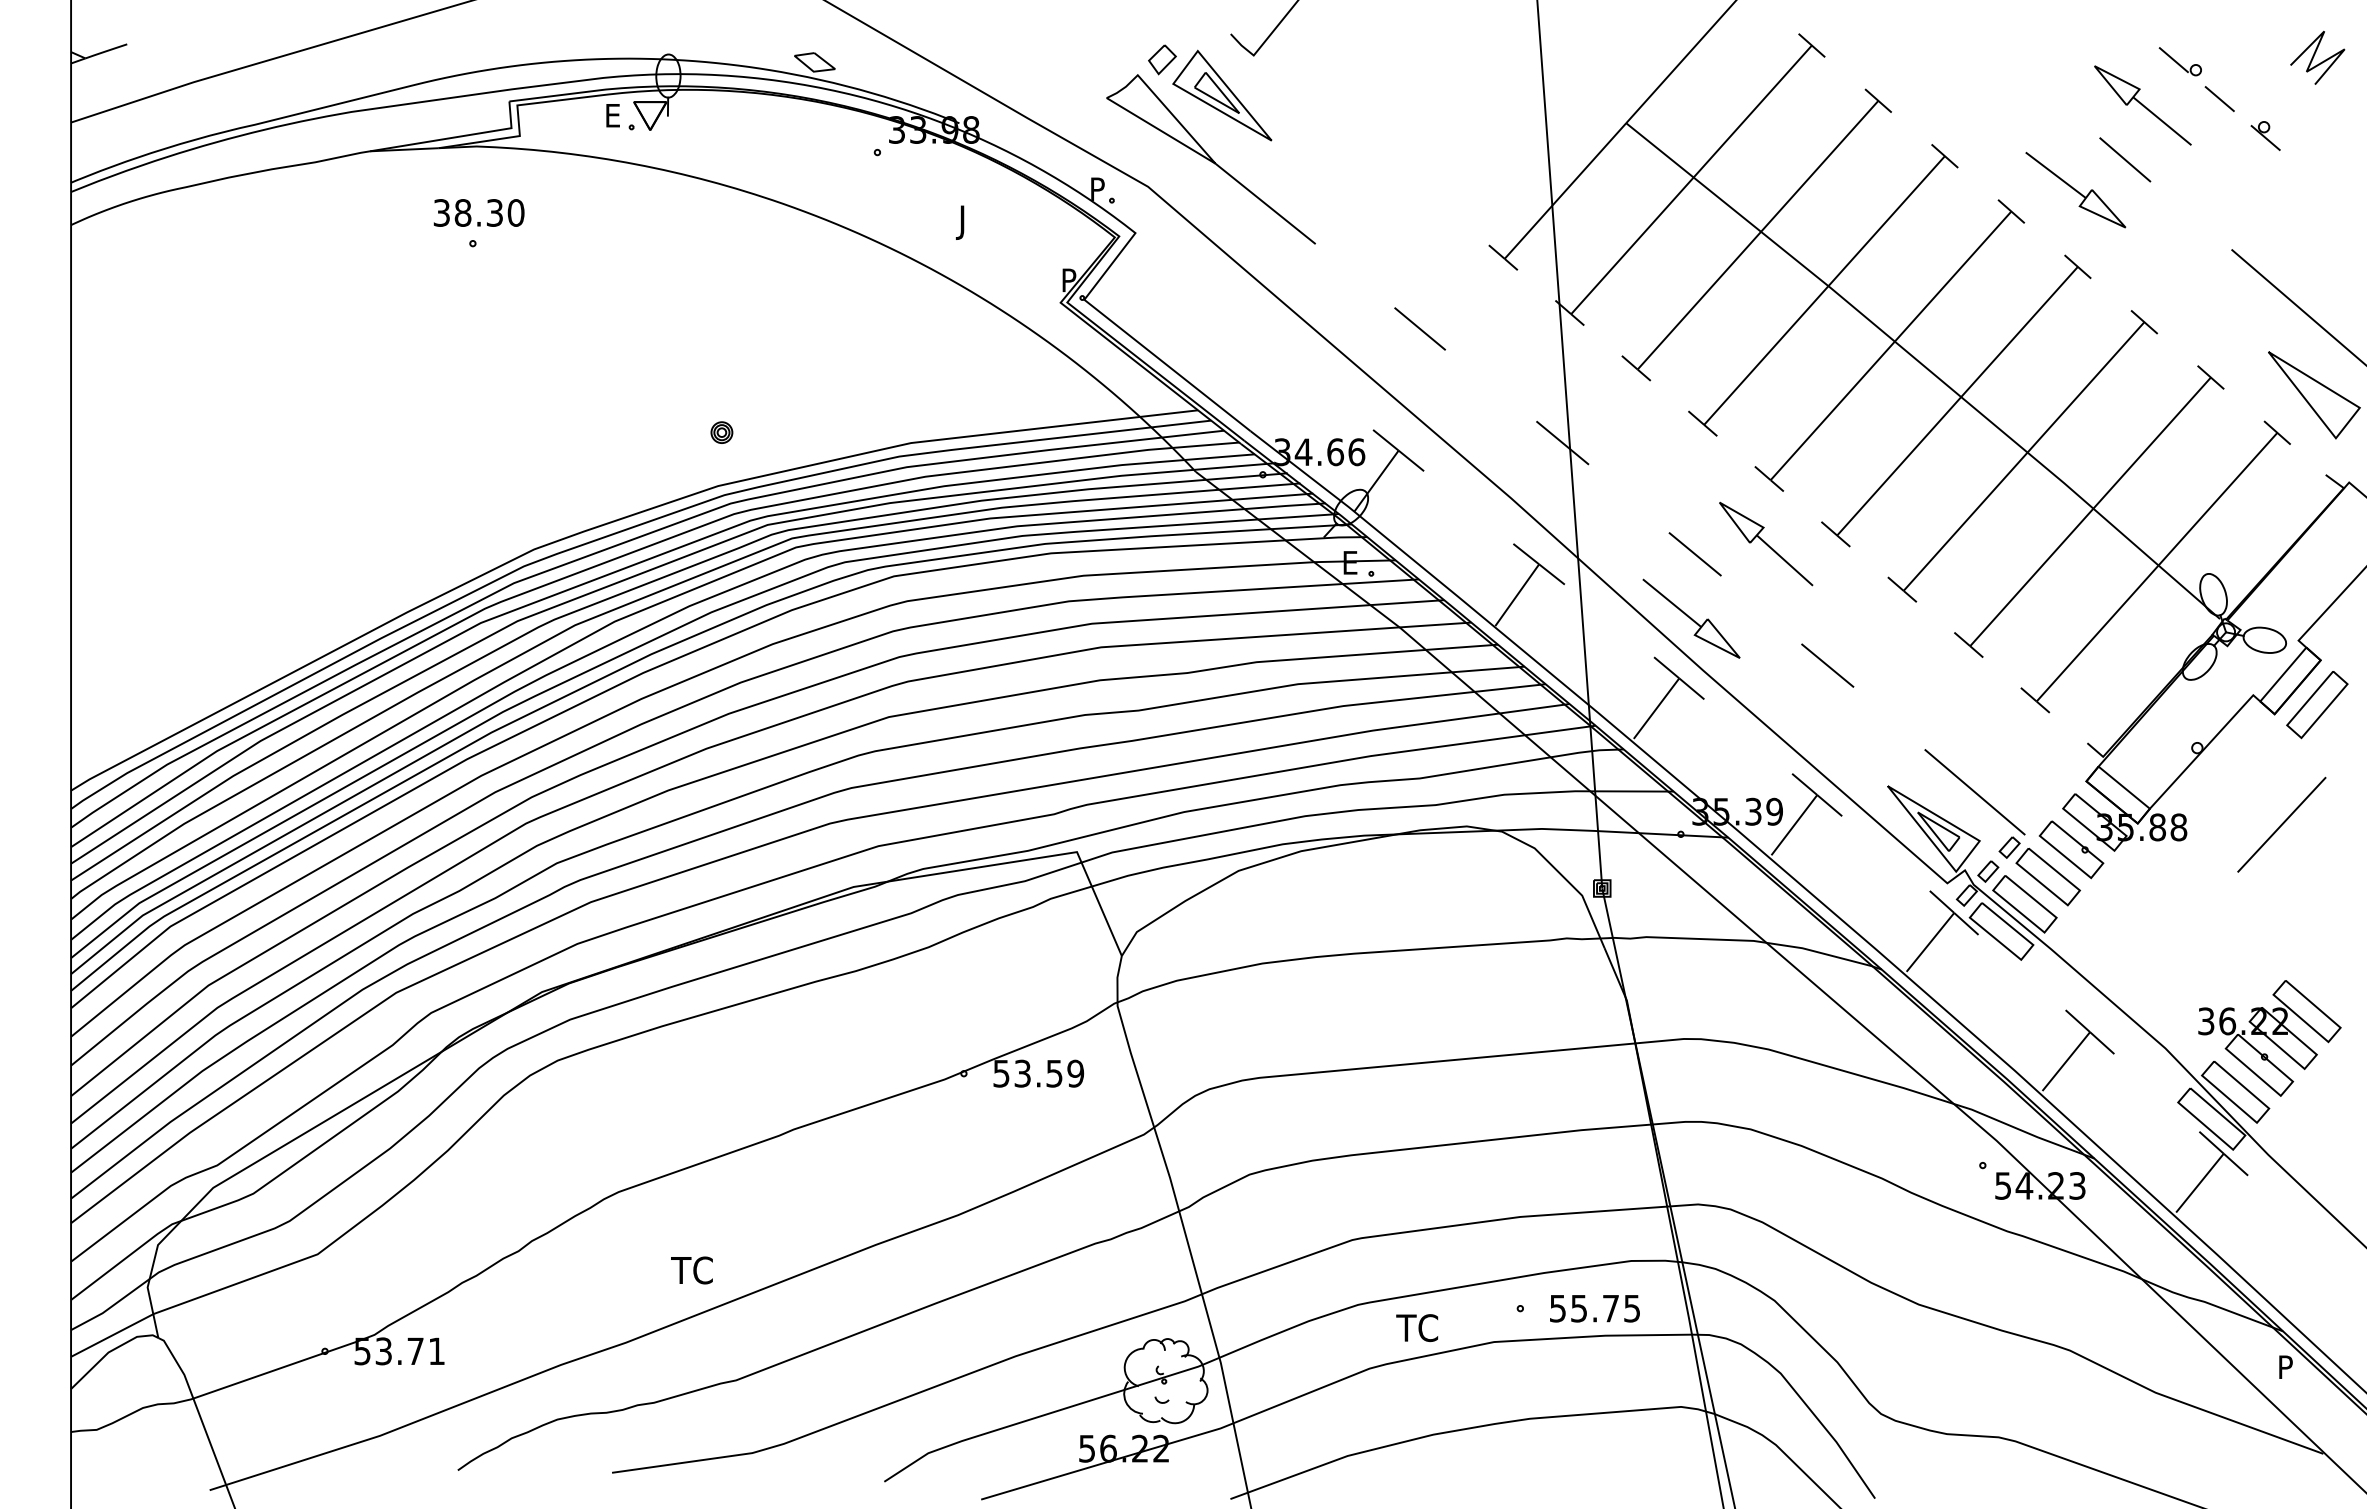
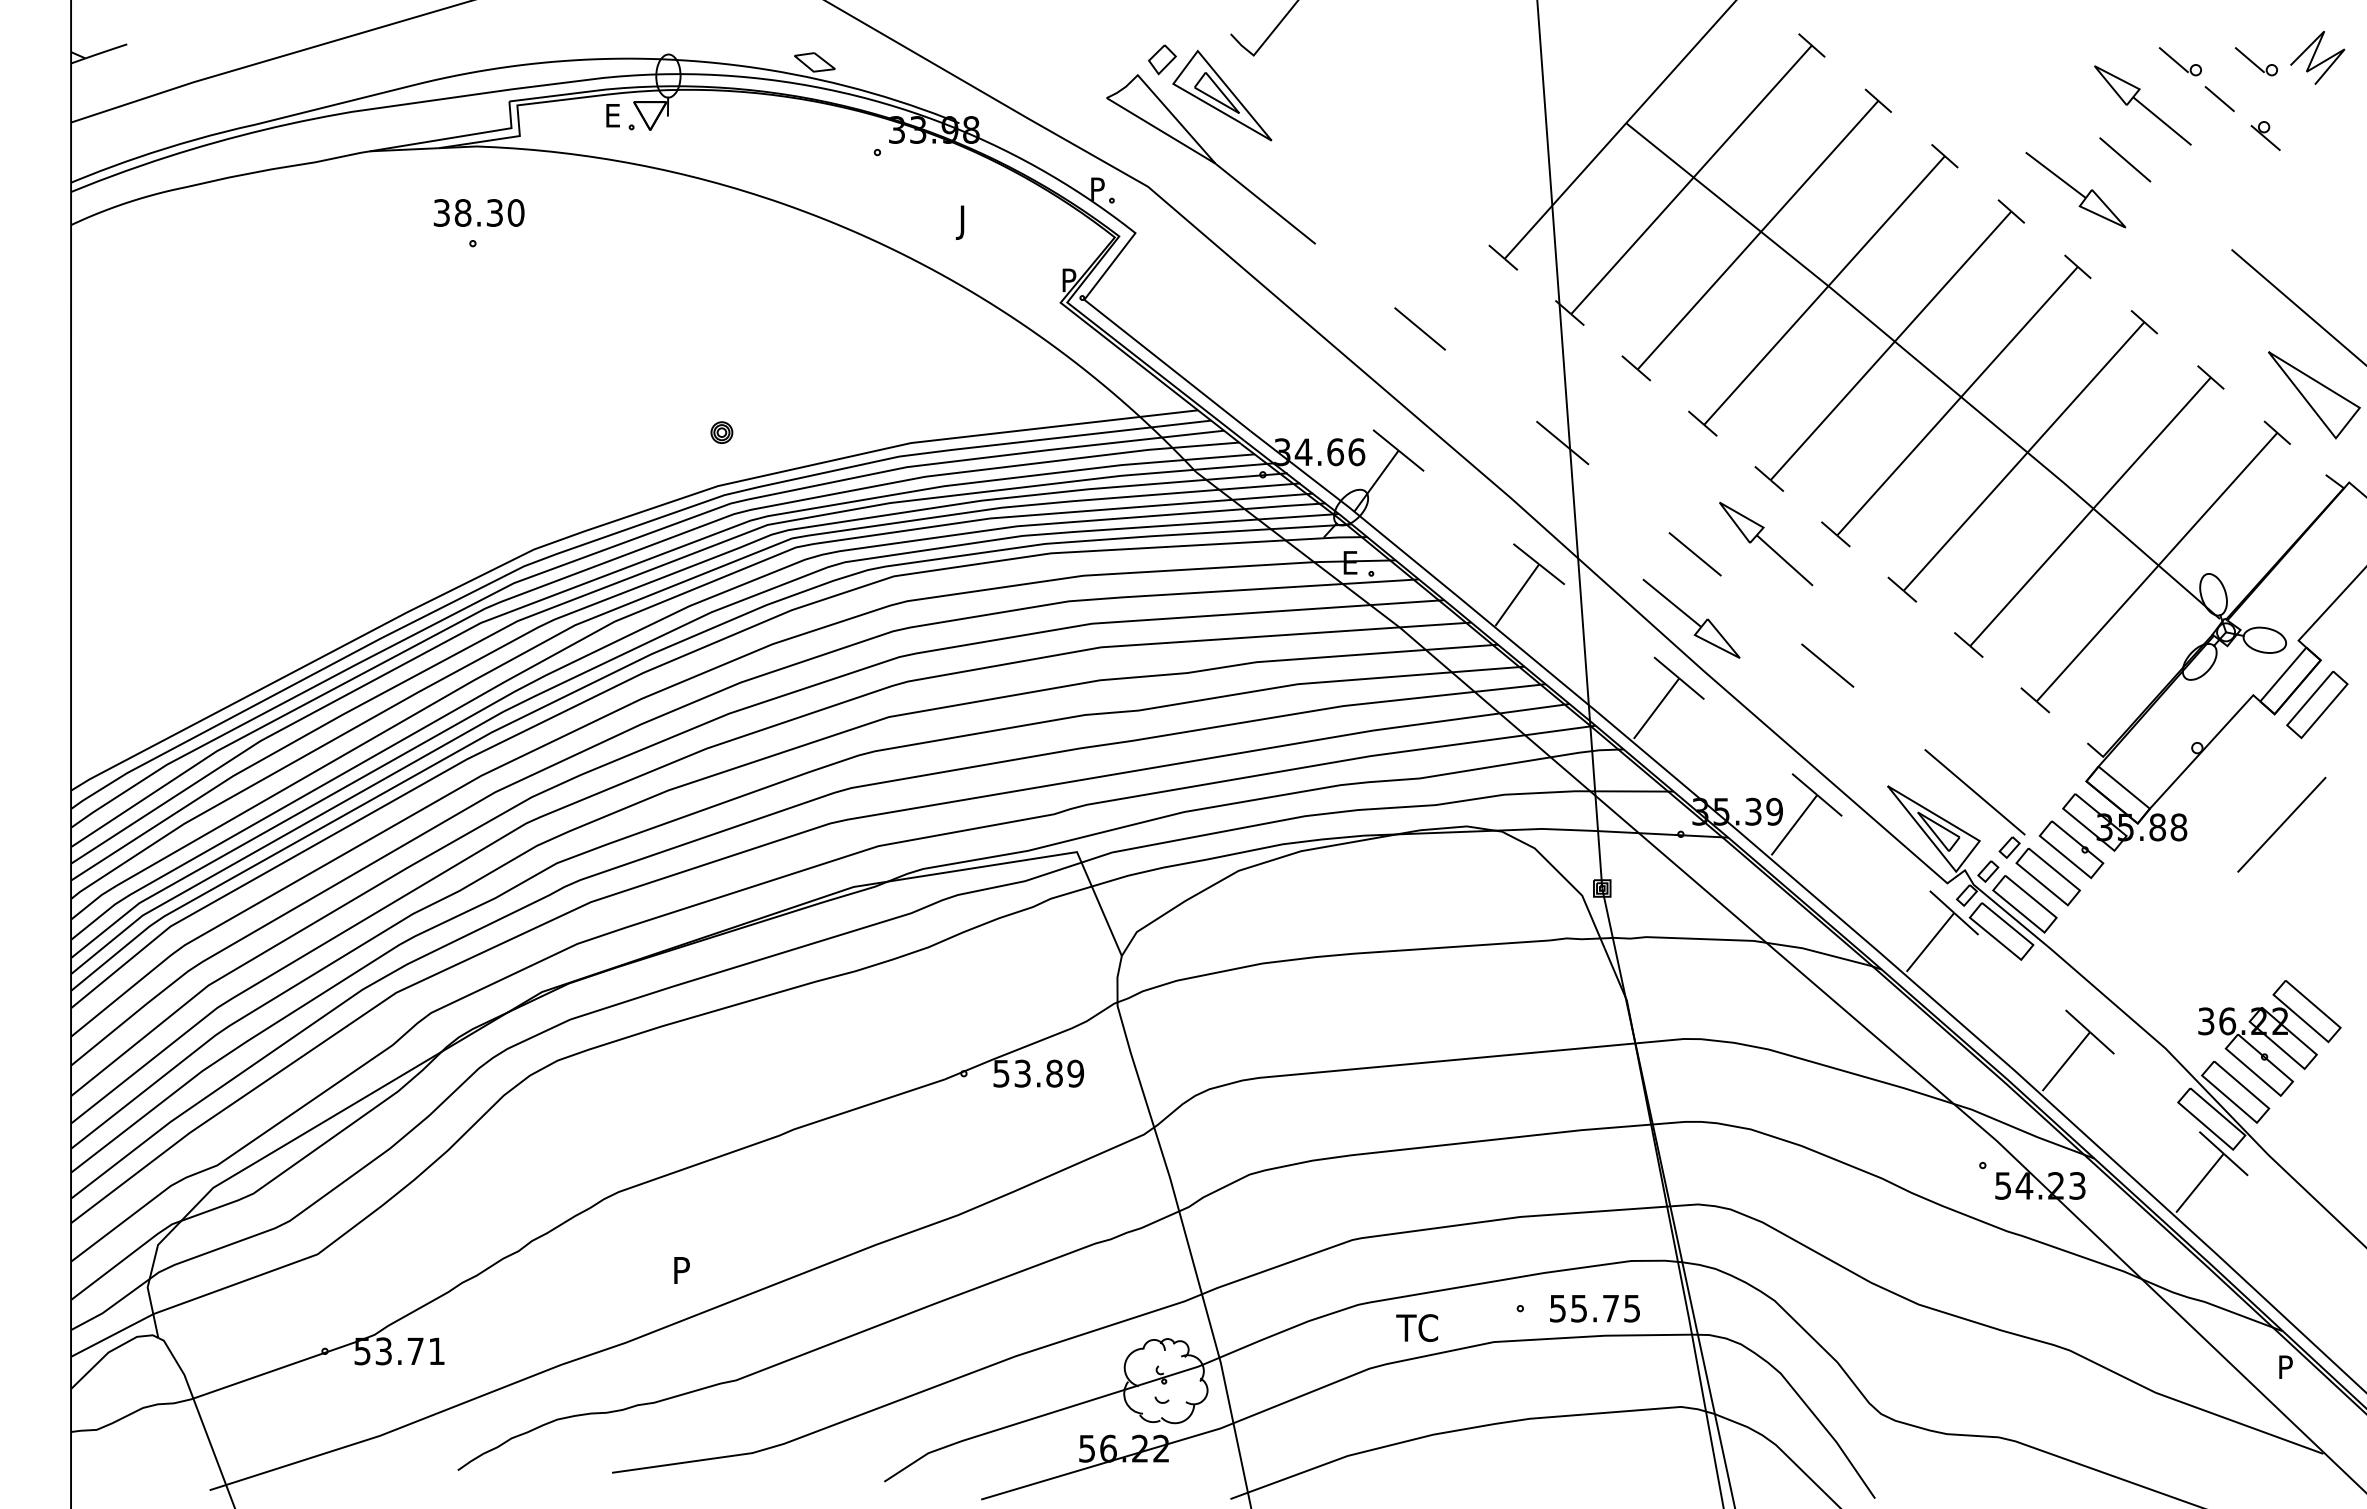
part at (2255, 61): none -> present
text at (1054, 1073): 53.59 -> 53.89
text at (691, 1270): TC -> P
